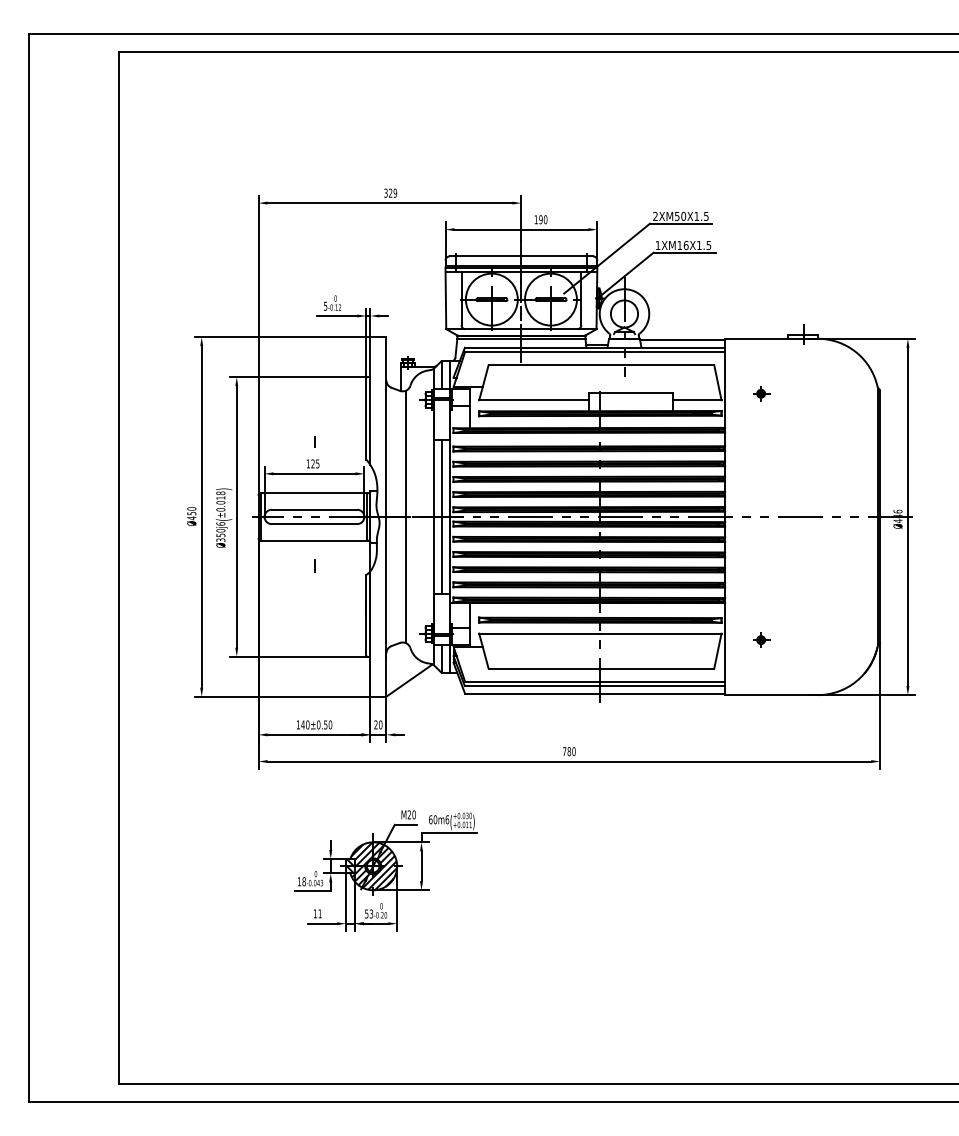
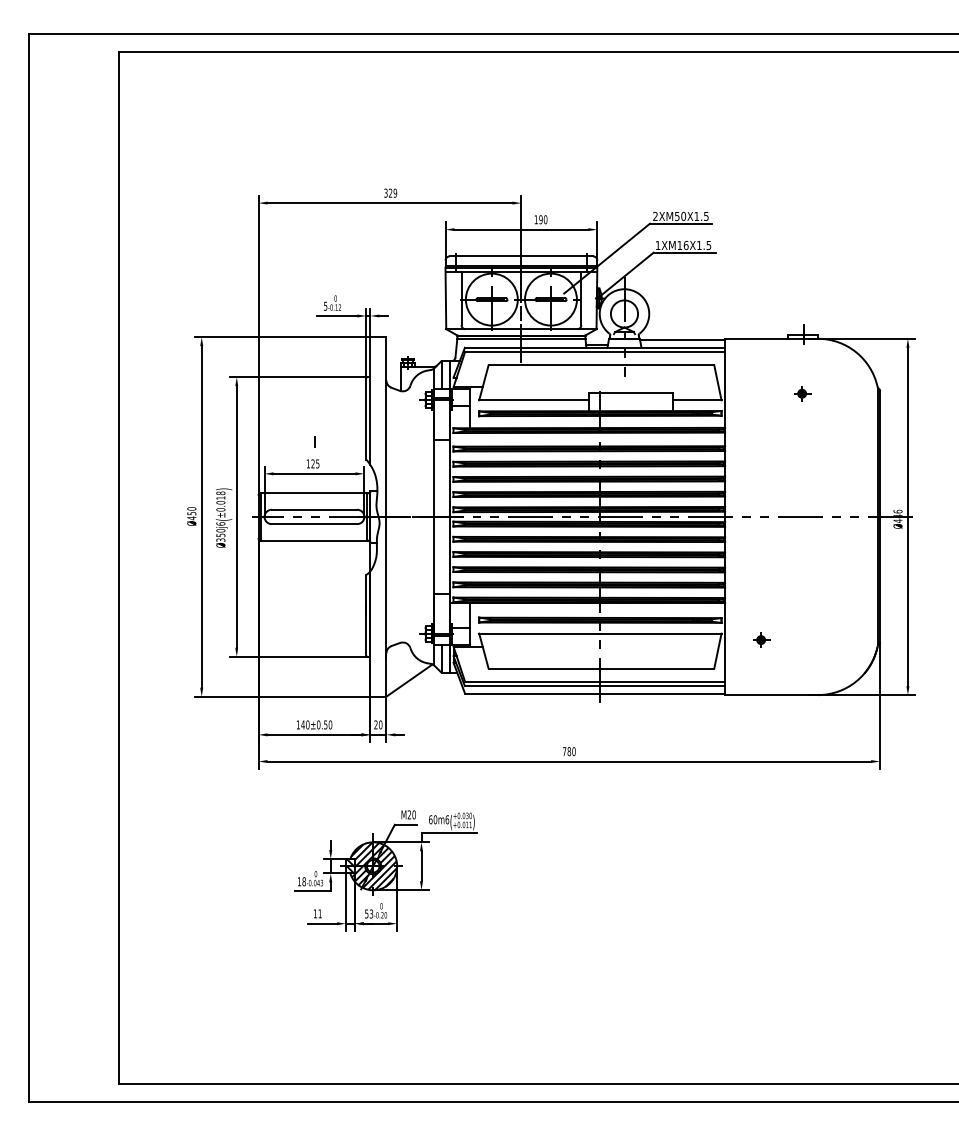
part at (761, 393) position: (761, 393) -> (802, 393)
line at (405, 516): present -> none
line at (441, 516): present -> none
line at (314, 565): present -> none
